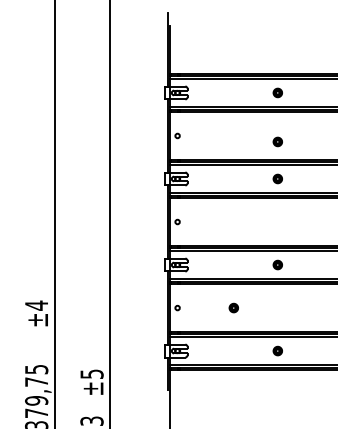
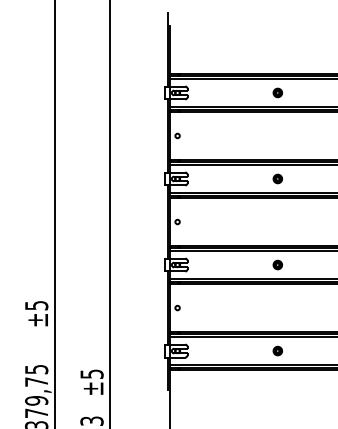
part at (277, 141): present -> none
text at (36, 305): ±4 -> ±5
part at (233, 307): present -> none
